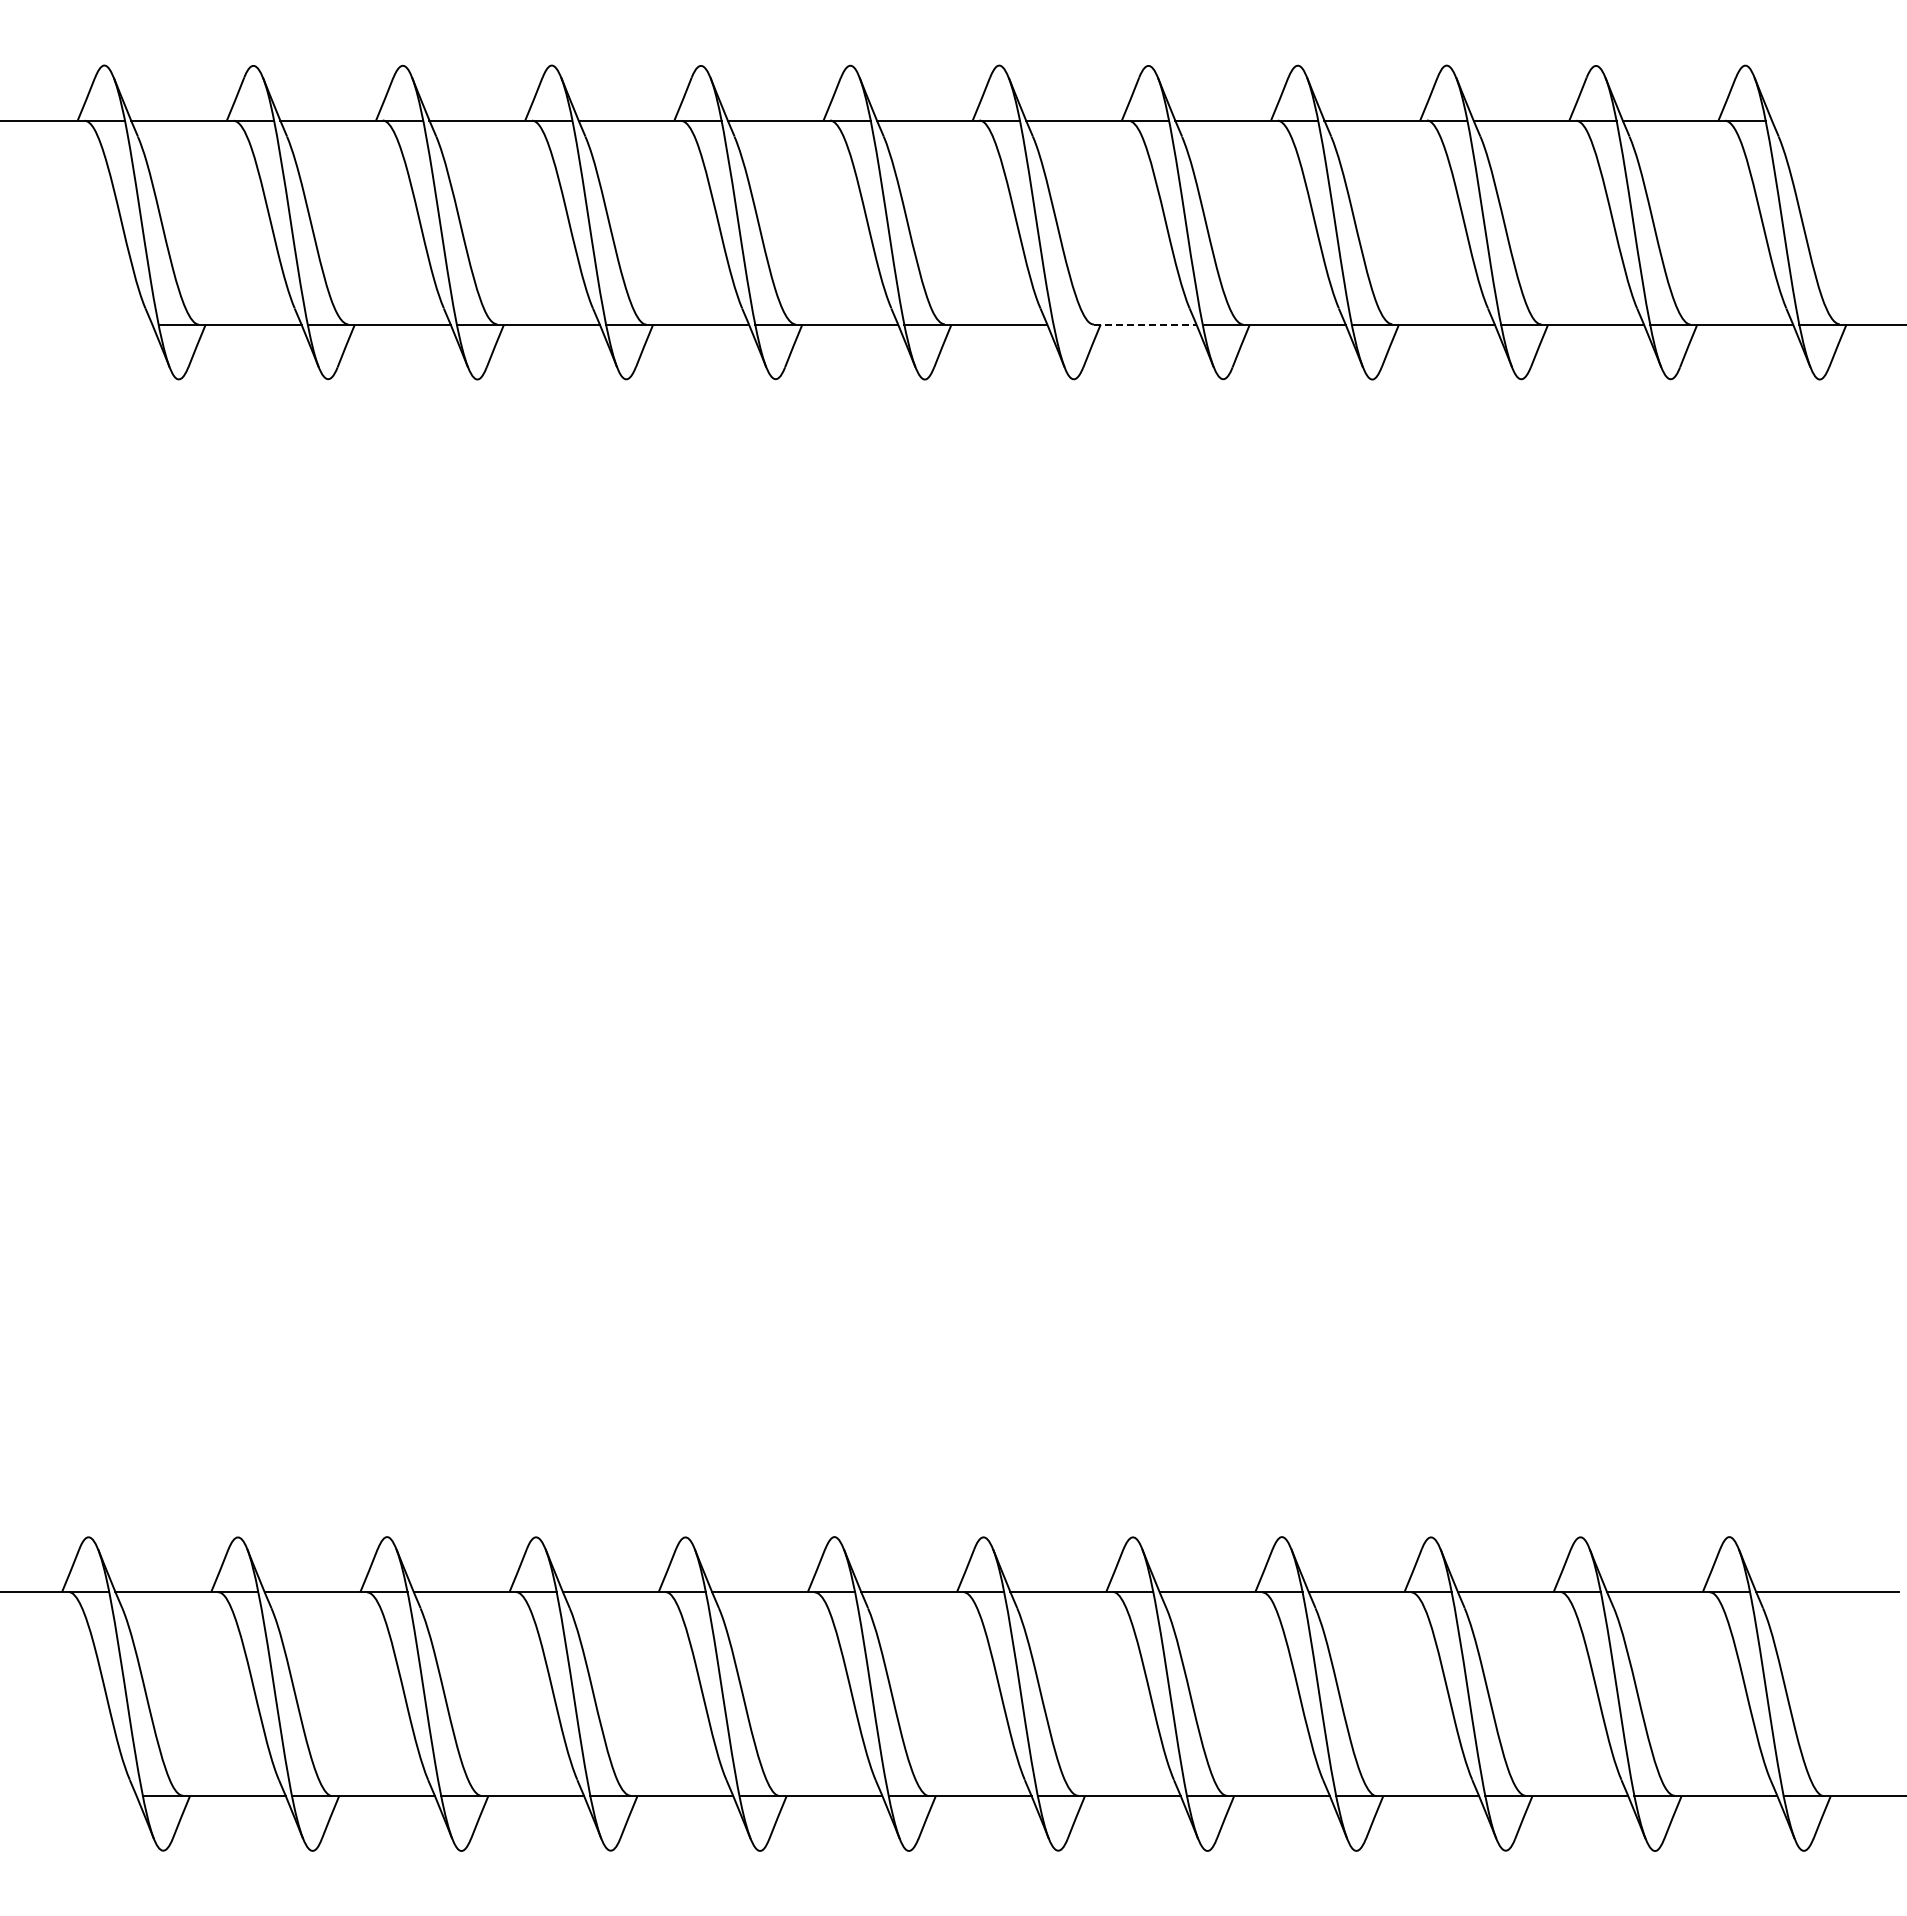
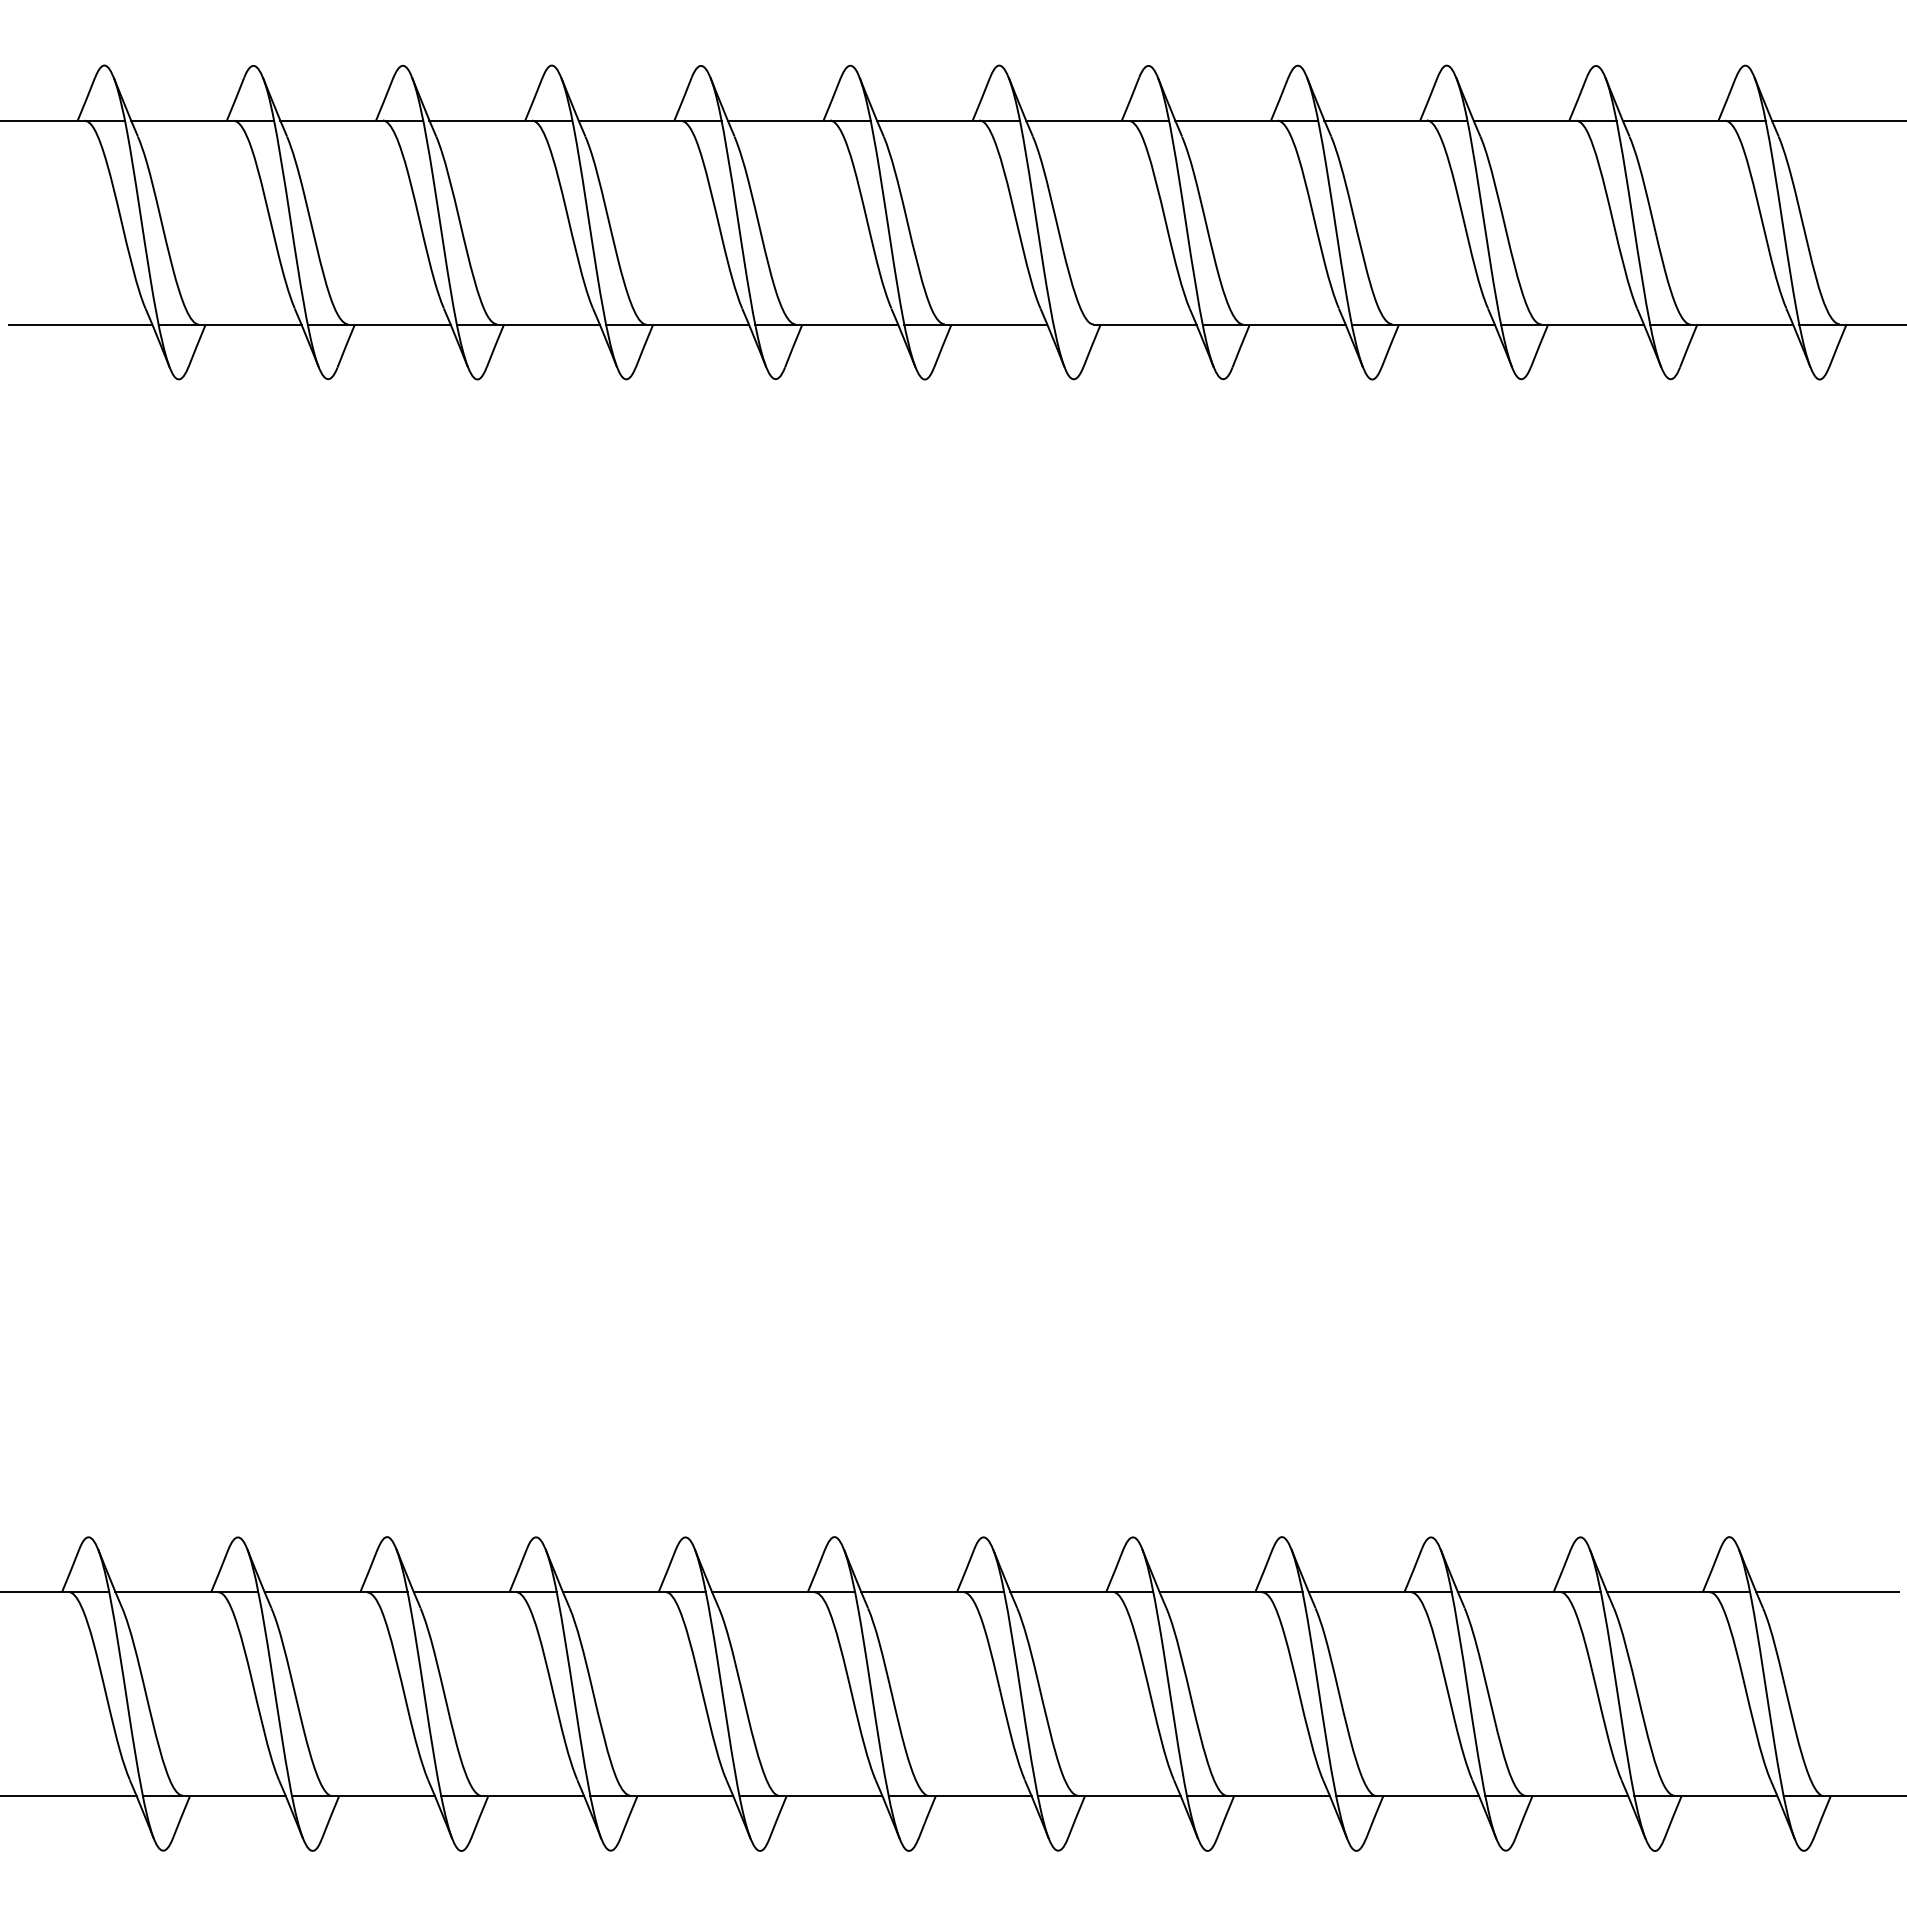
line at (1837, 120): none -> present
line at (80, 324): none -> present
line at (1145, 324): dashed -> solid
line at (69, 1796): none -> present
